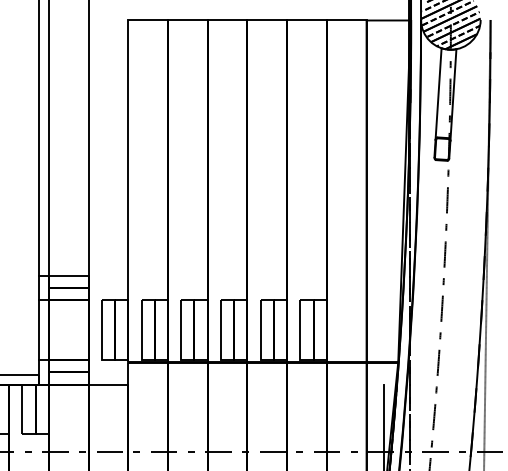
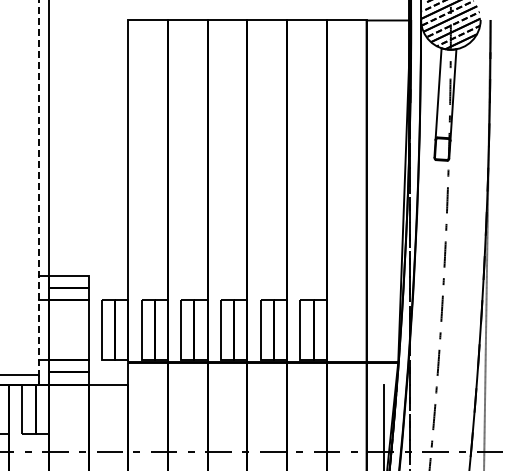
line at (38, 192): solid -> dashed
line at (88, 193): present -> none
